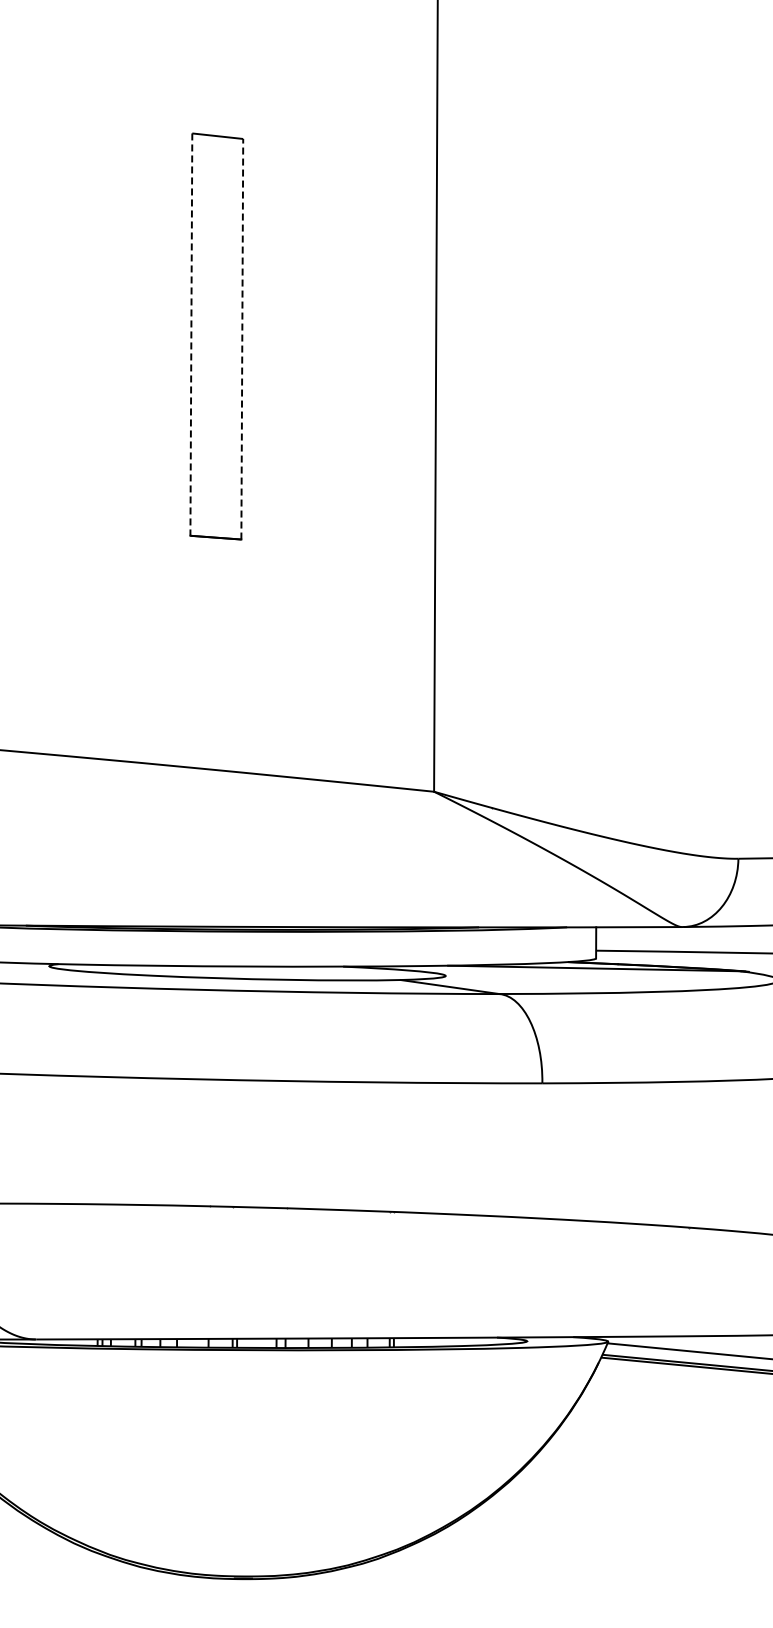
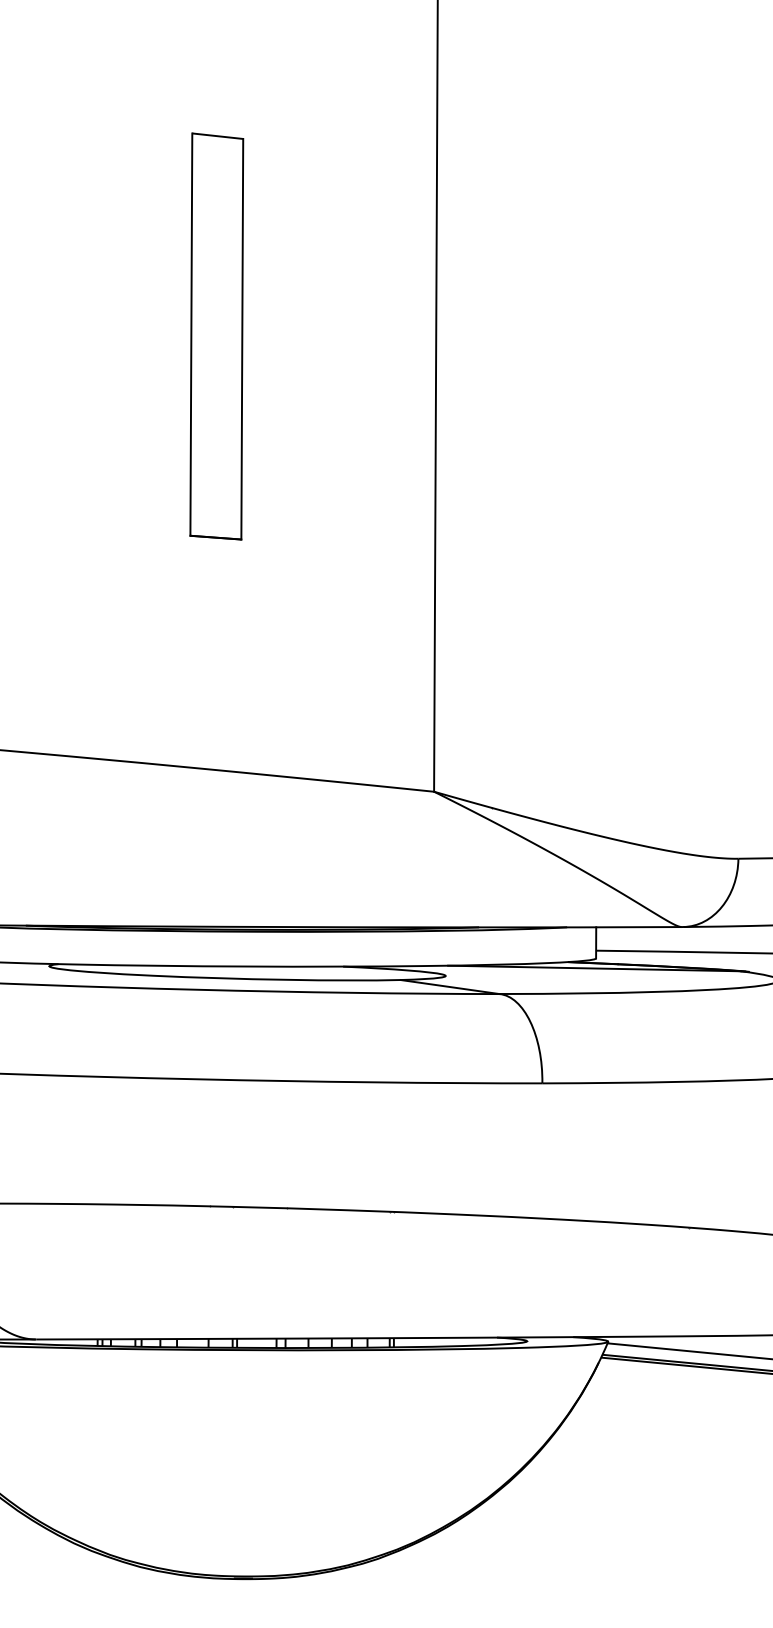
line at (191, 335): dashed -> solid
line at (242, 338): dashed -> solid
